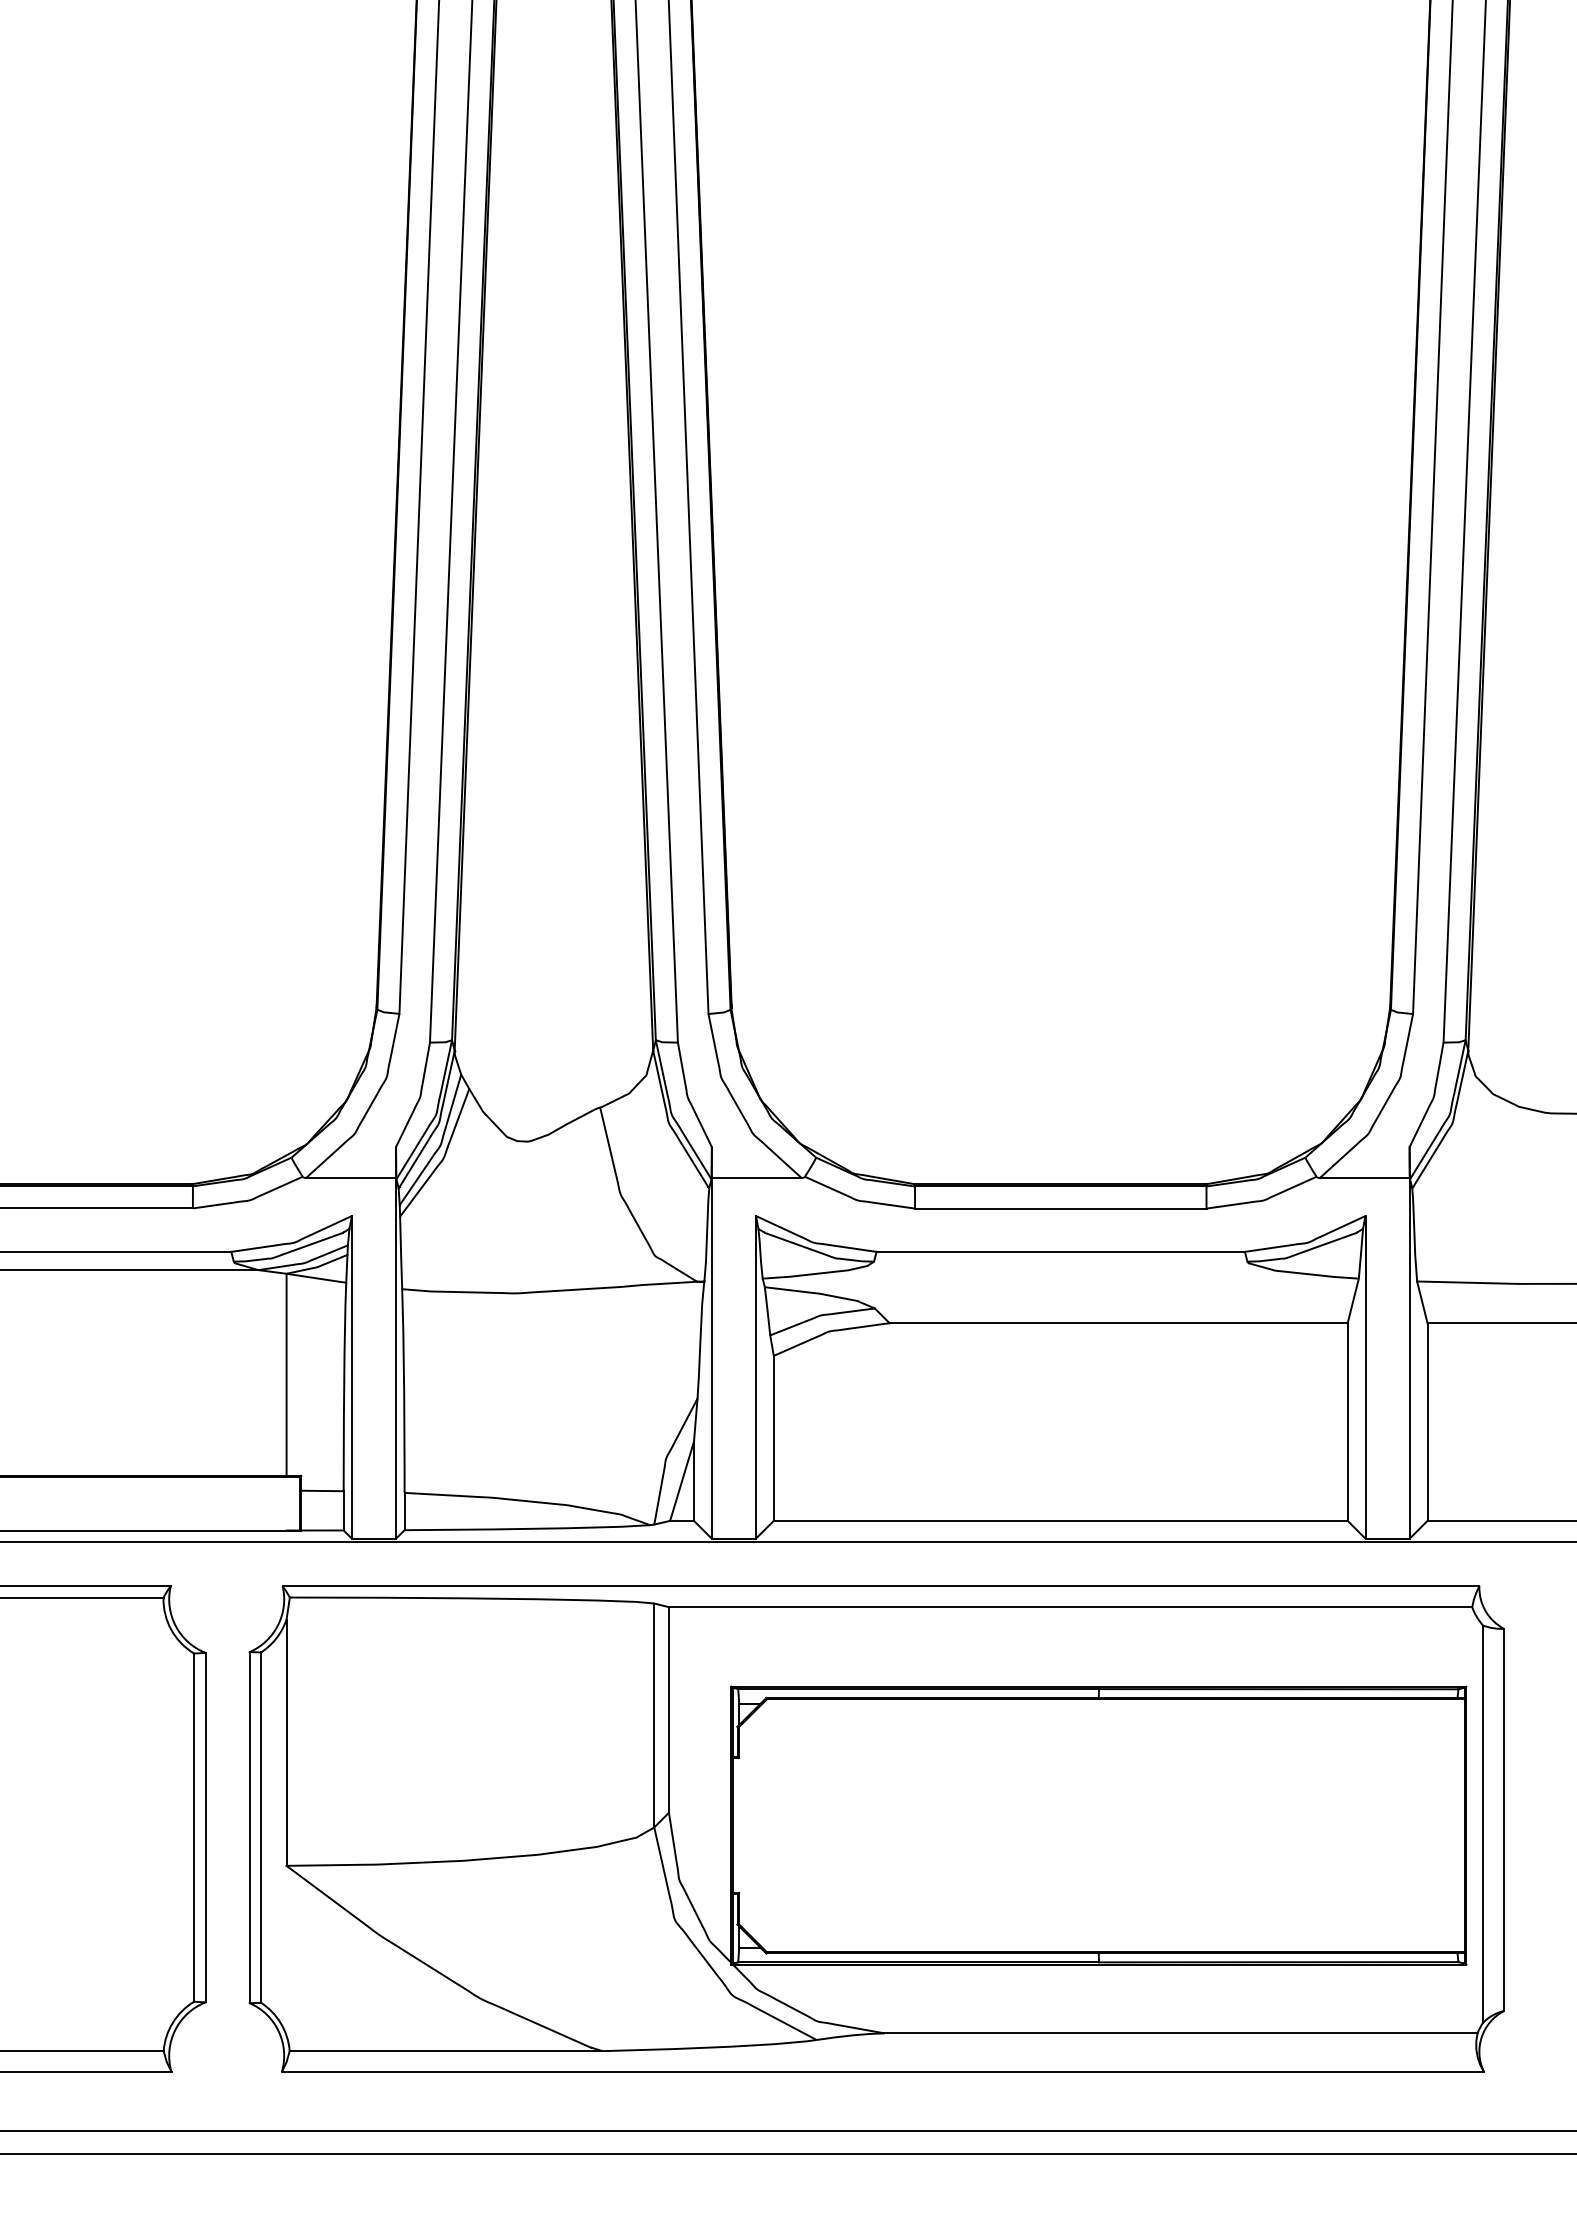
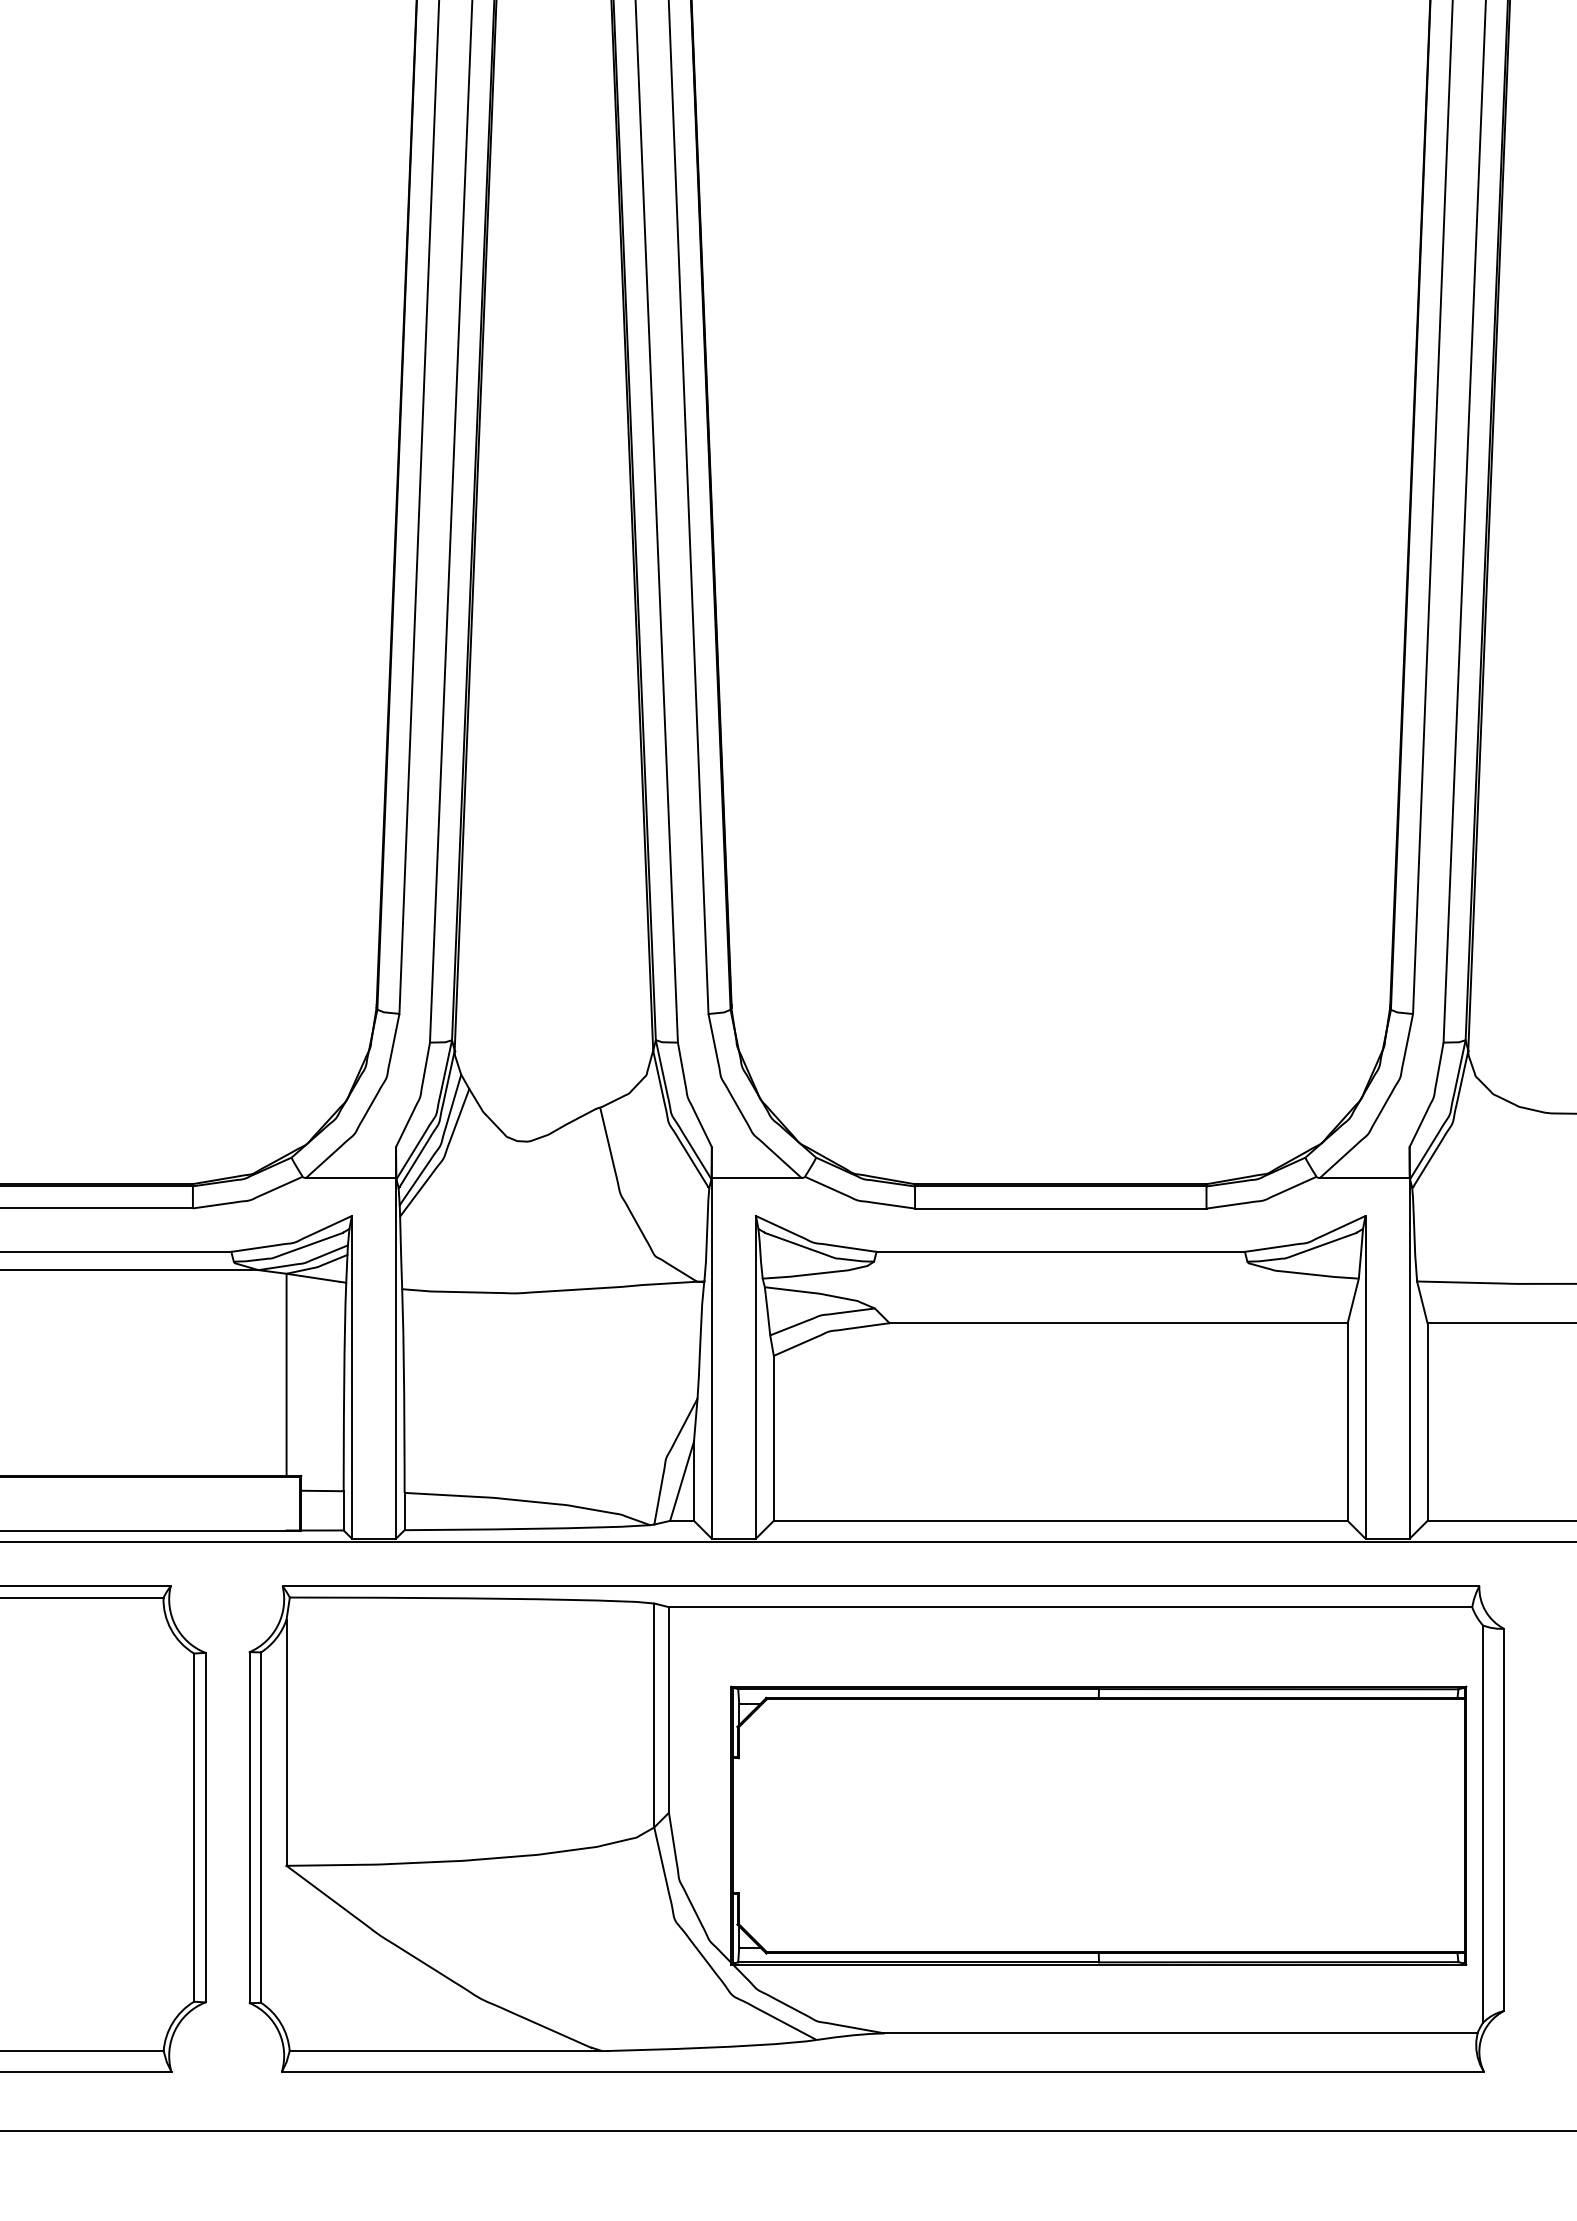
line at (787, 2154): present -> none
